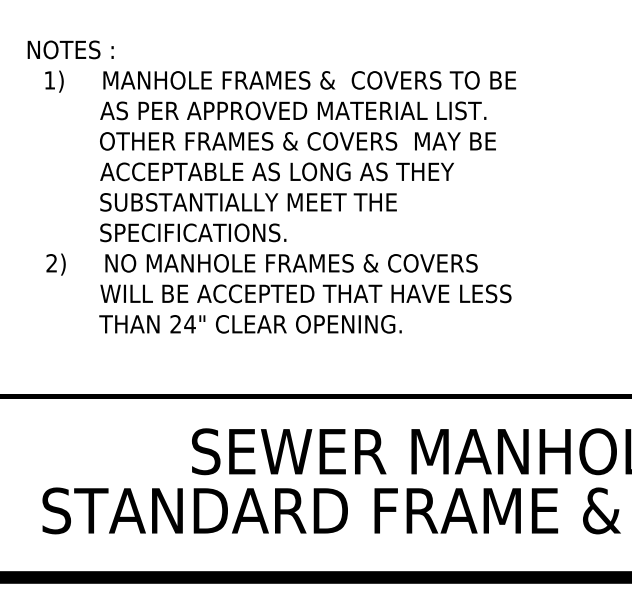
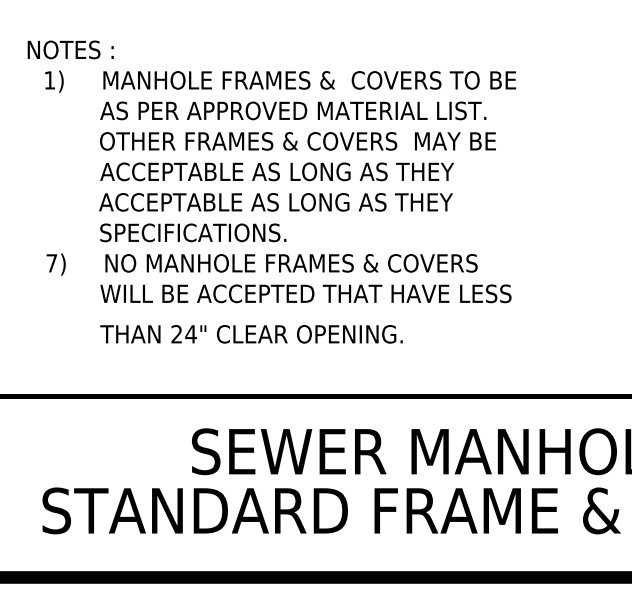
text at (275, 202): SUBSTANTIALLY MEET THE -> ACCEPTABLE AS LONG AS THEY
text at (51, 263): 2) -> 7)
text at (250, 324) position: (250, 324) -> (251, 334)
